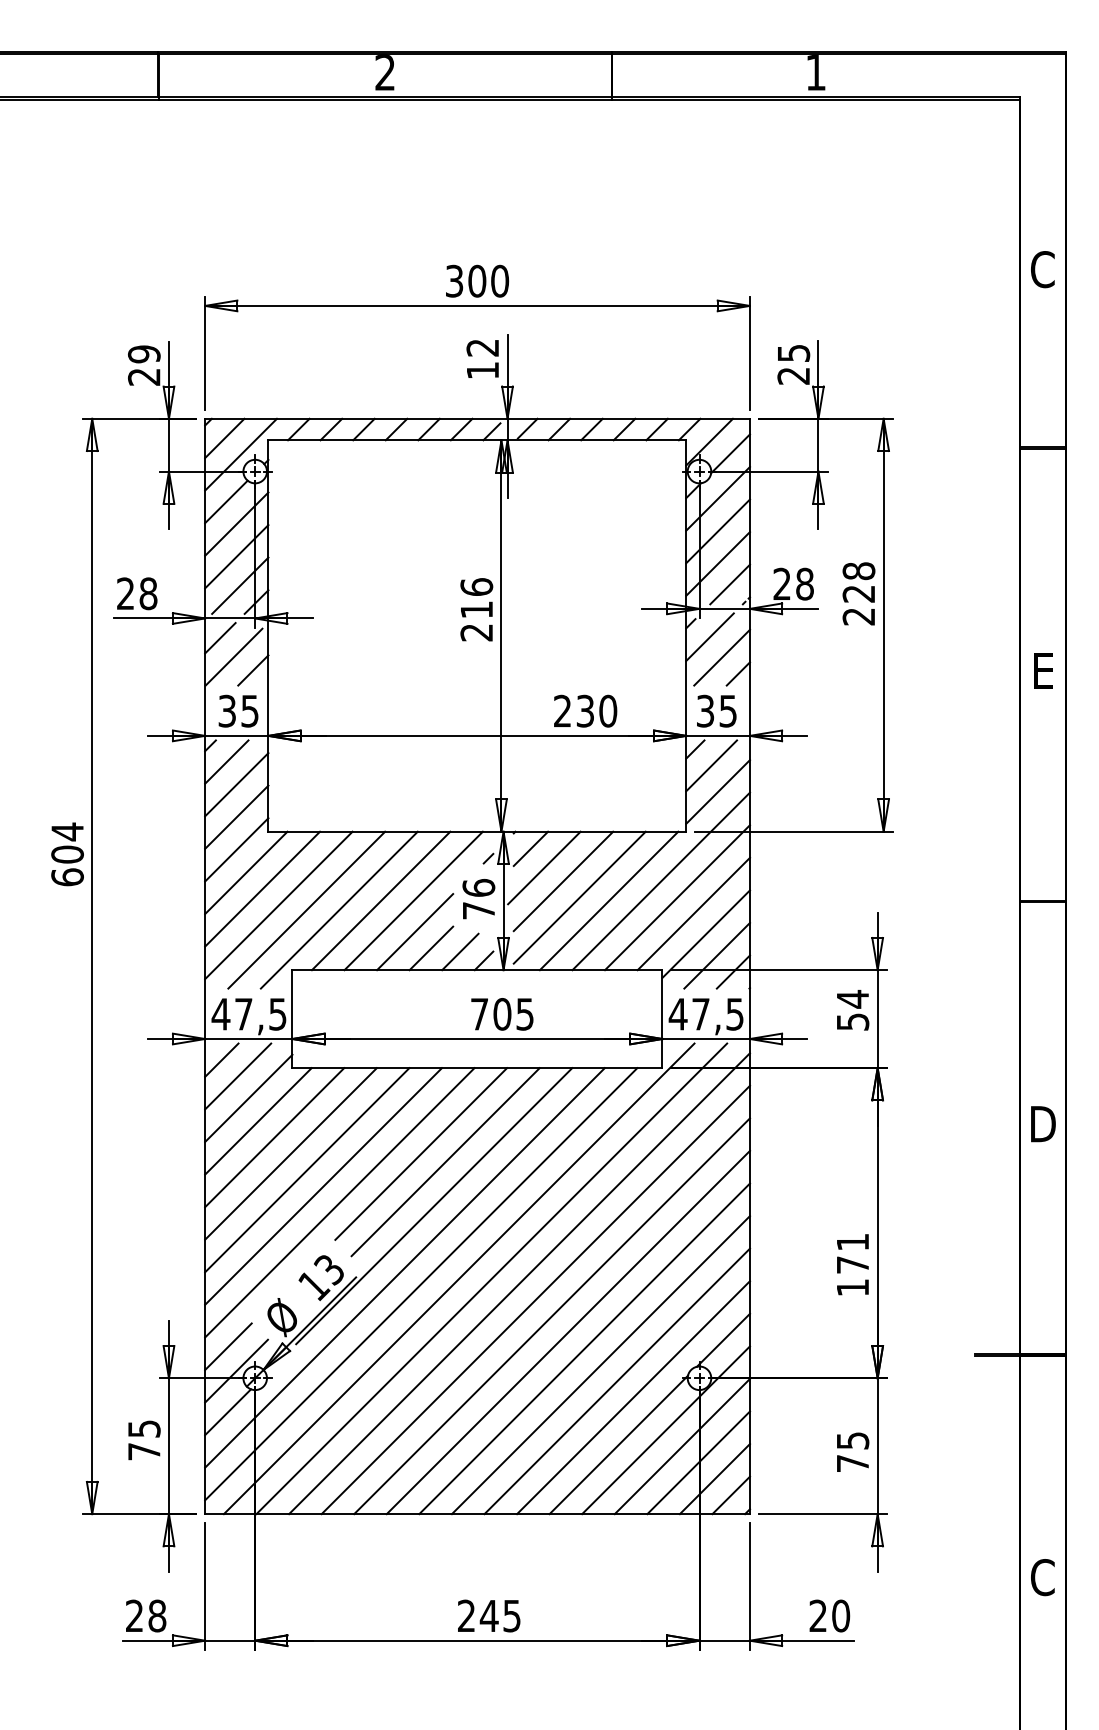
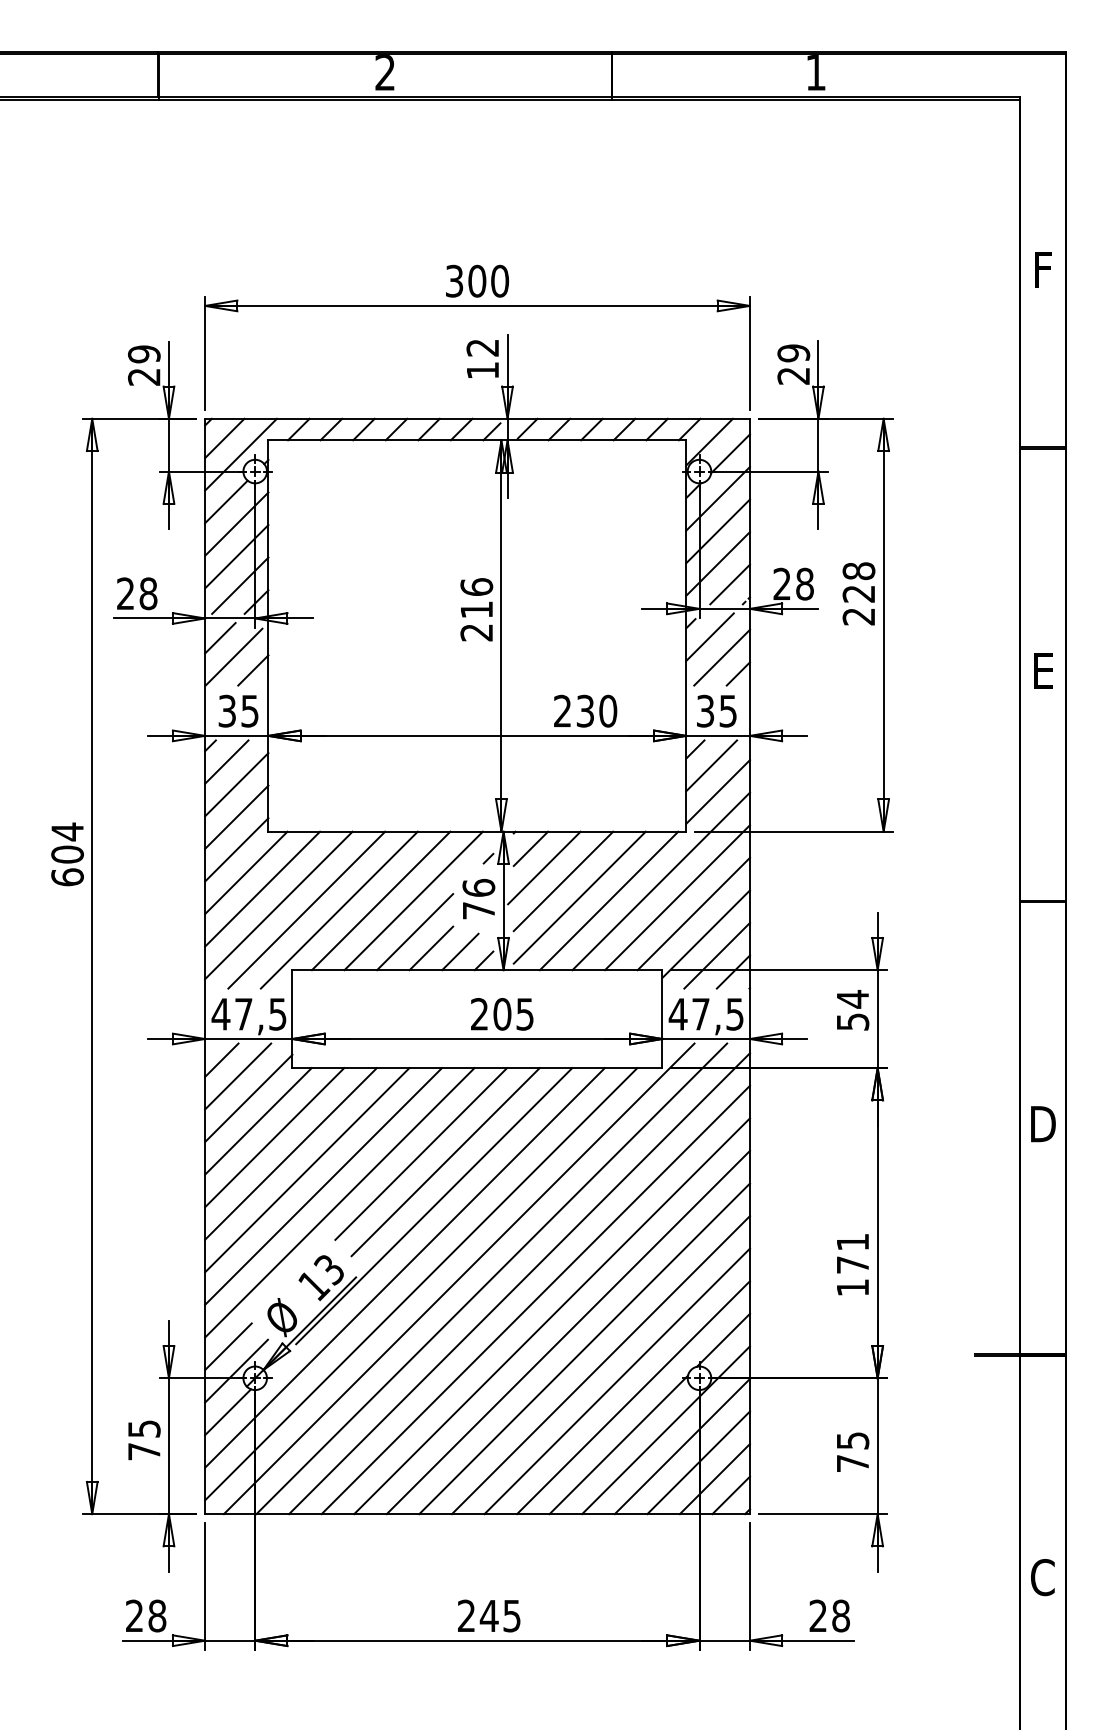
text at (1042, 269): C -> F
text at (793, 353): 25 -> 29
text at (479, 1014): 705 -> 205
text at (841, 1616): 20 -> 28
